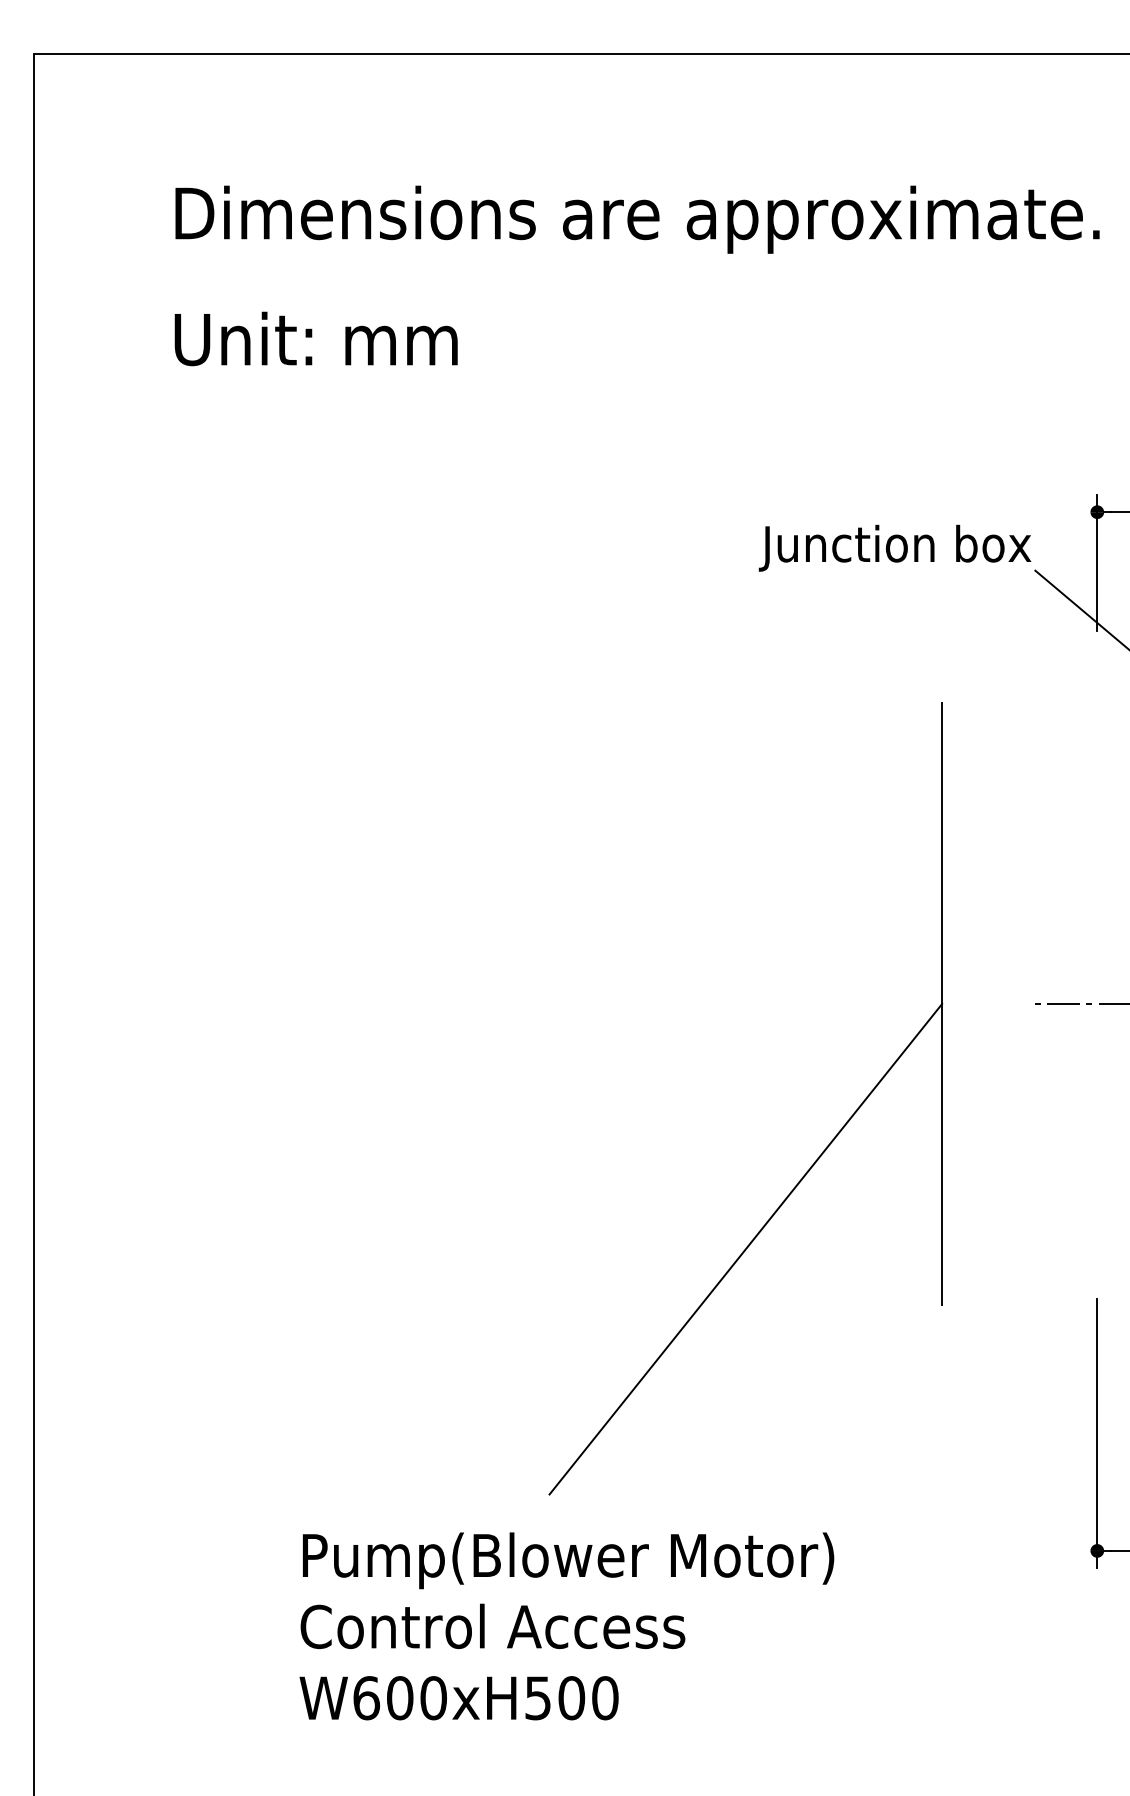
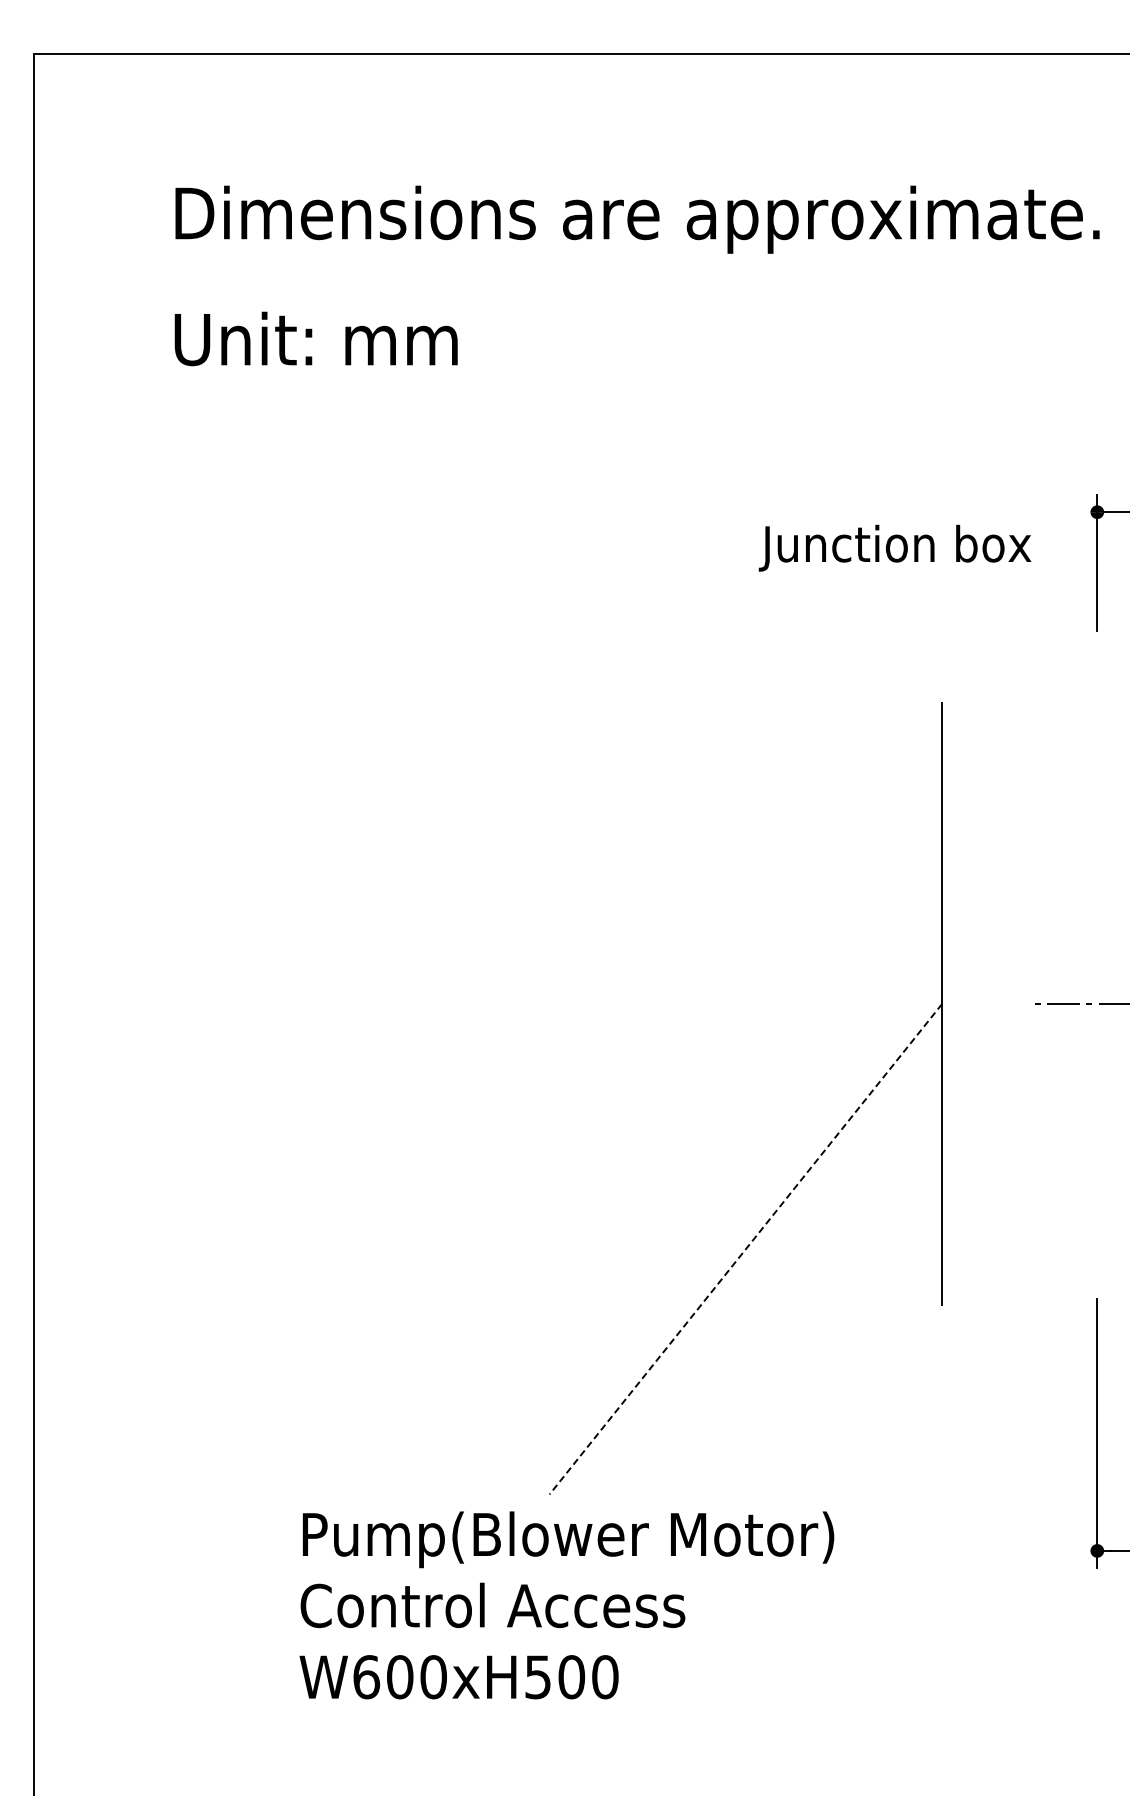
line at (1080, 608): present -> none
line at (745, 1249): solid -> dashed
text at (566, 1626) position: (566, 1626) -> (566, 1605)
